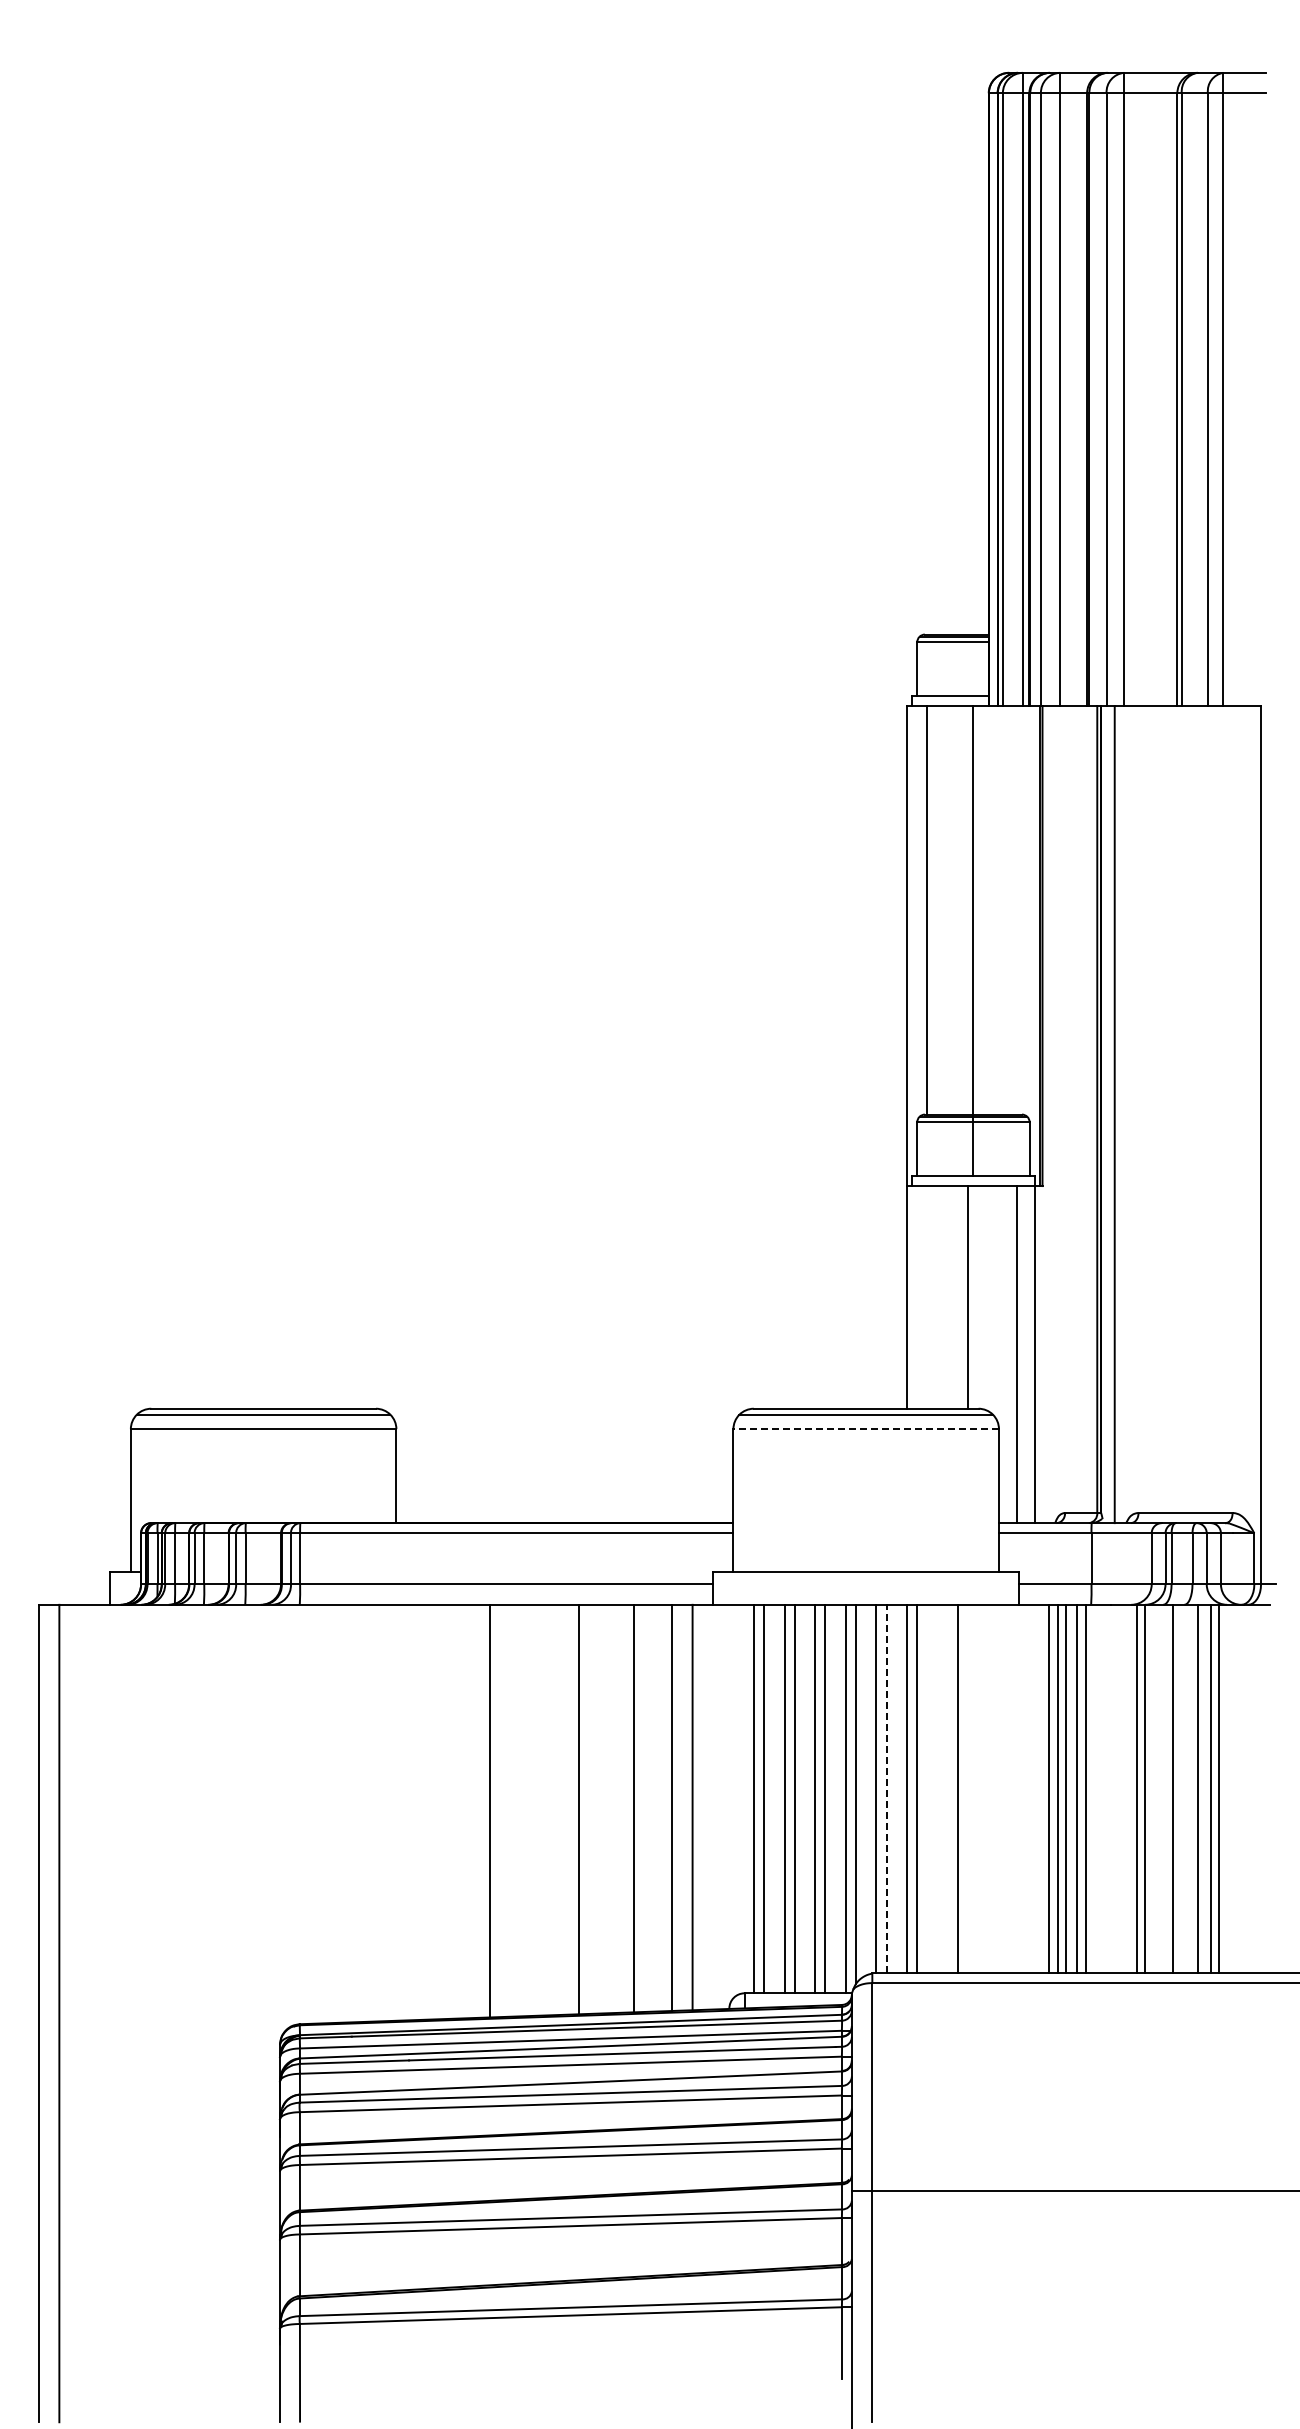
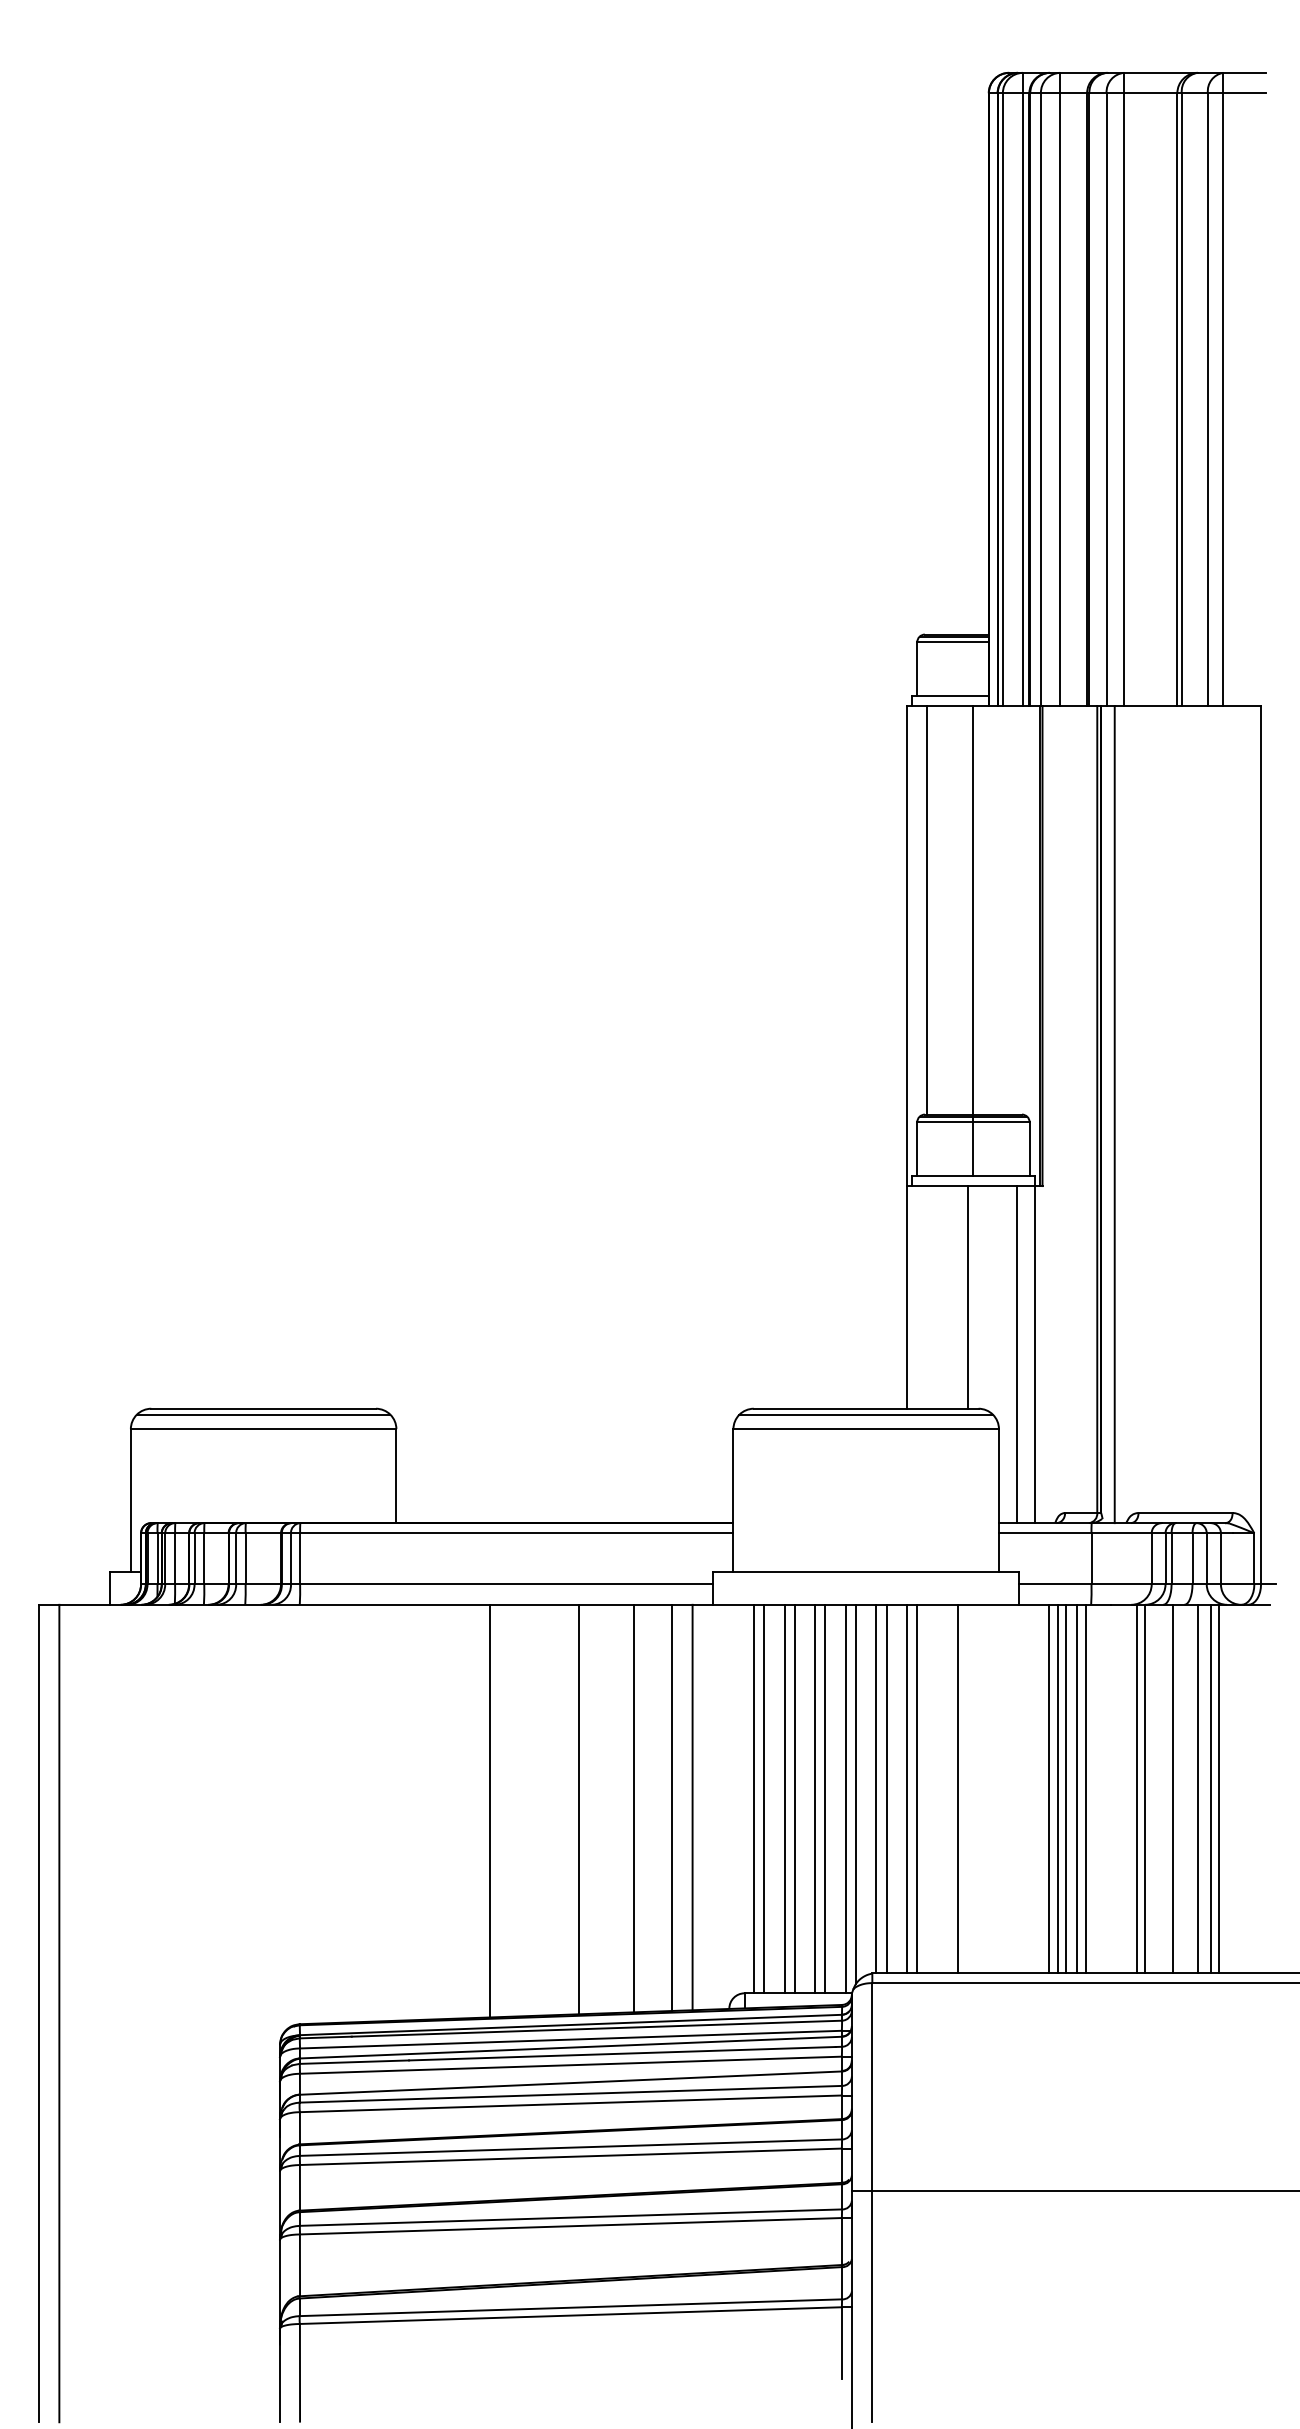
line at (866, 1429): dashed -> solid
line at (886, 1788): dashed -> solid
